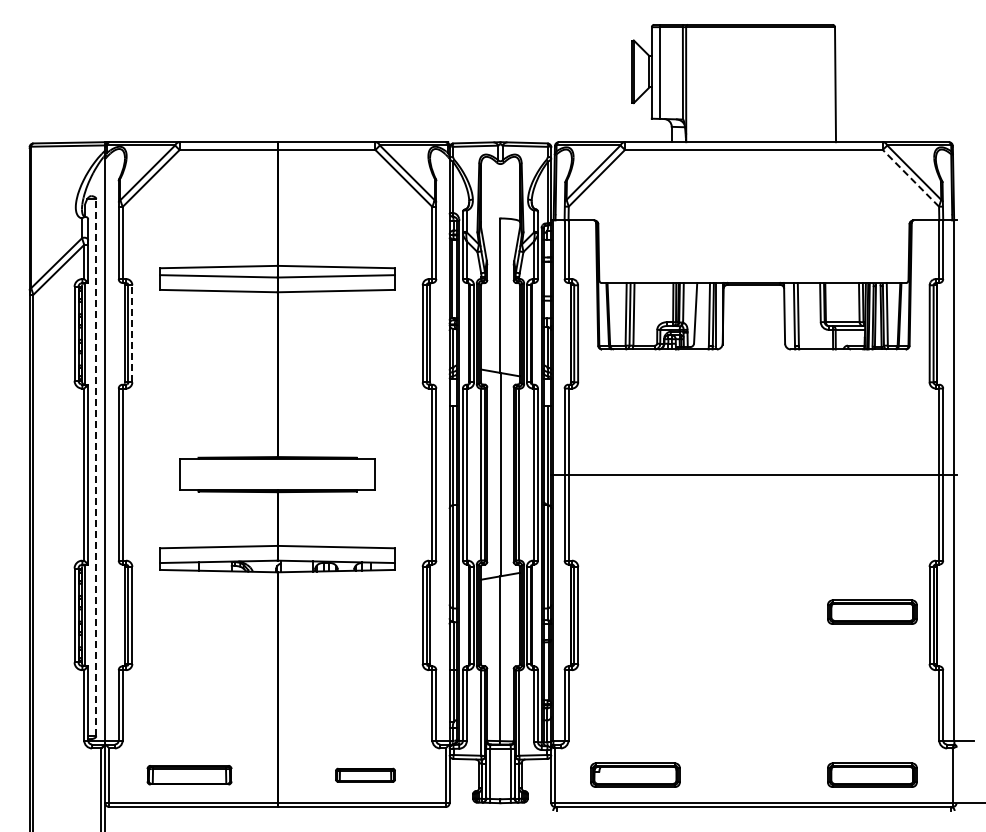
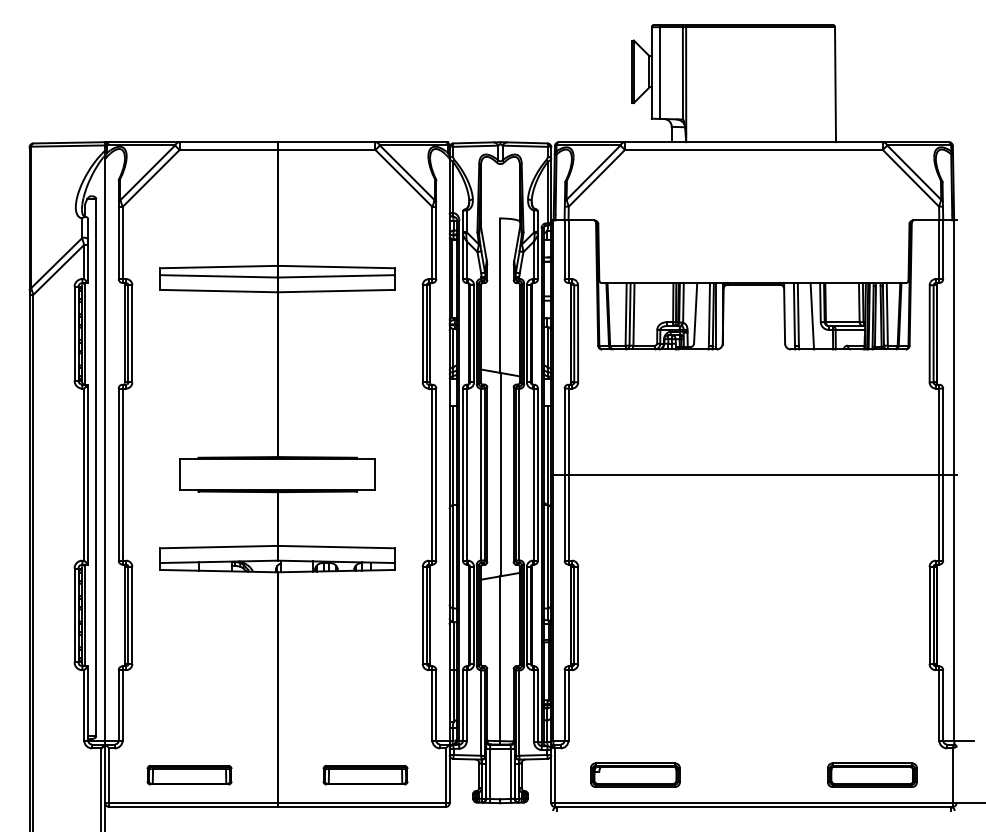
line at (910, 178): dashed -> solid
line at (812, 315): none -> present
line at (132, 333): dashed -> solid
line at (96, 467): dashed -> solid
part at (872, 611): present -> none
part at (365, 774) size: 61x16 px -> 87x21 px
